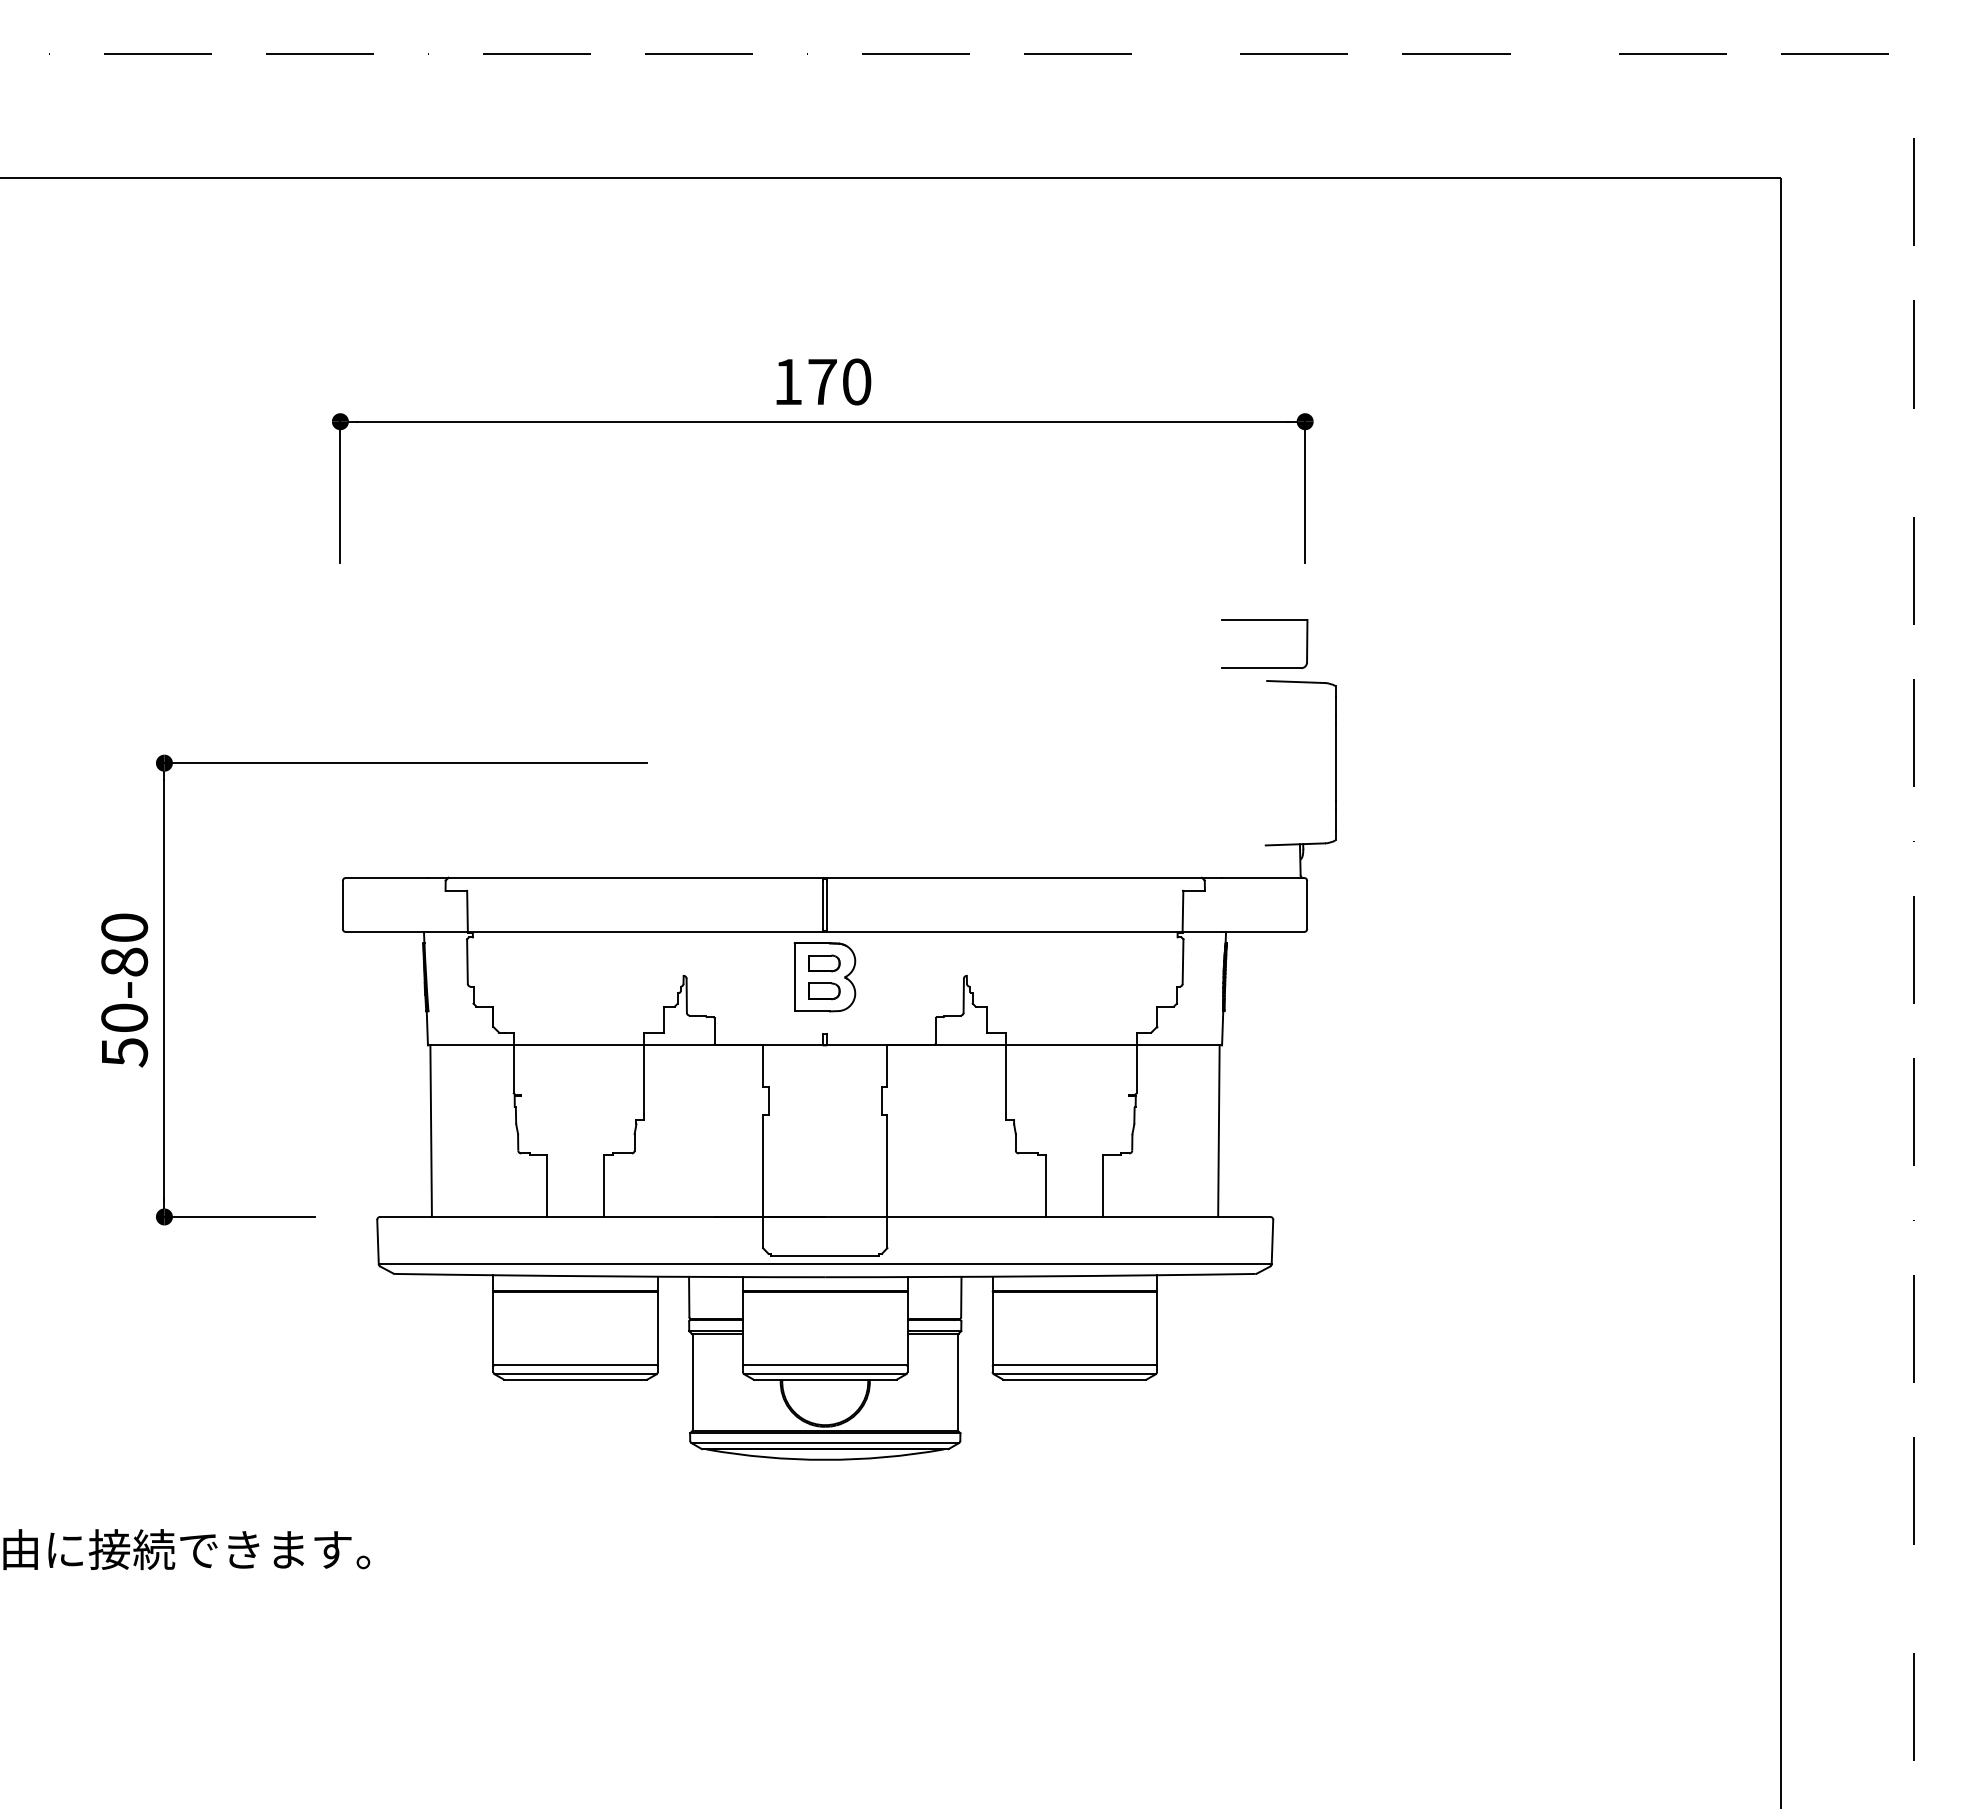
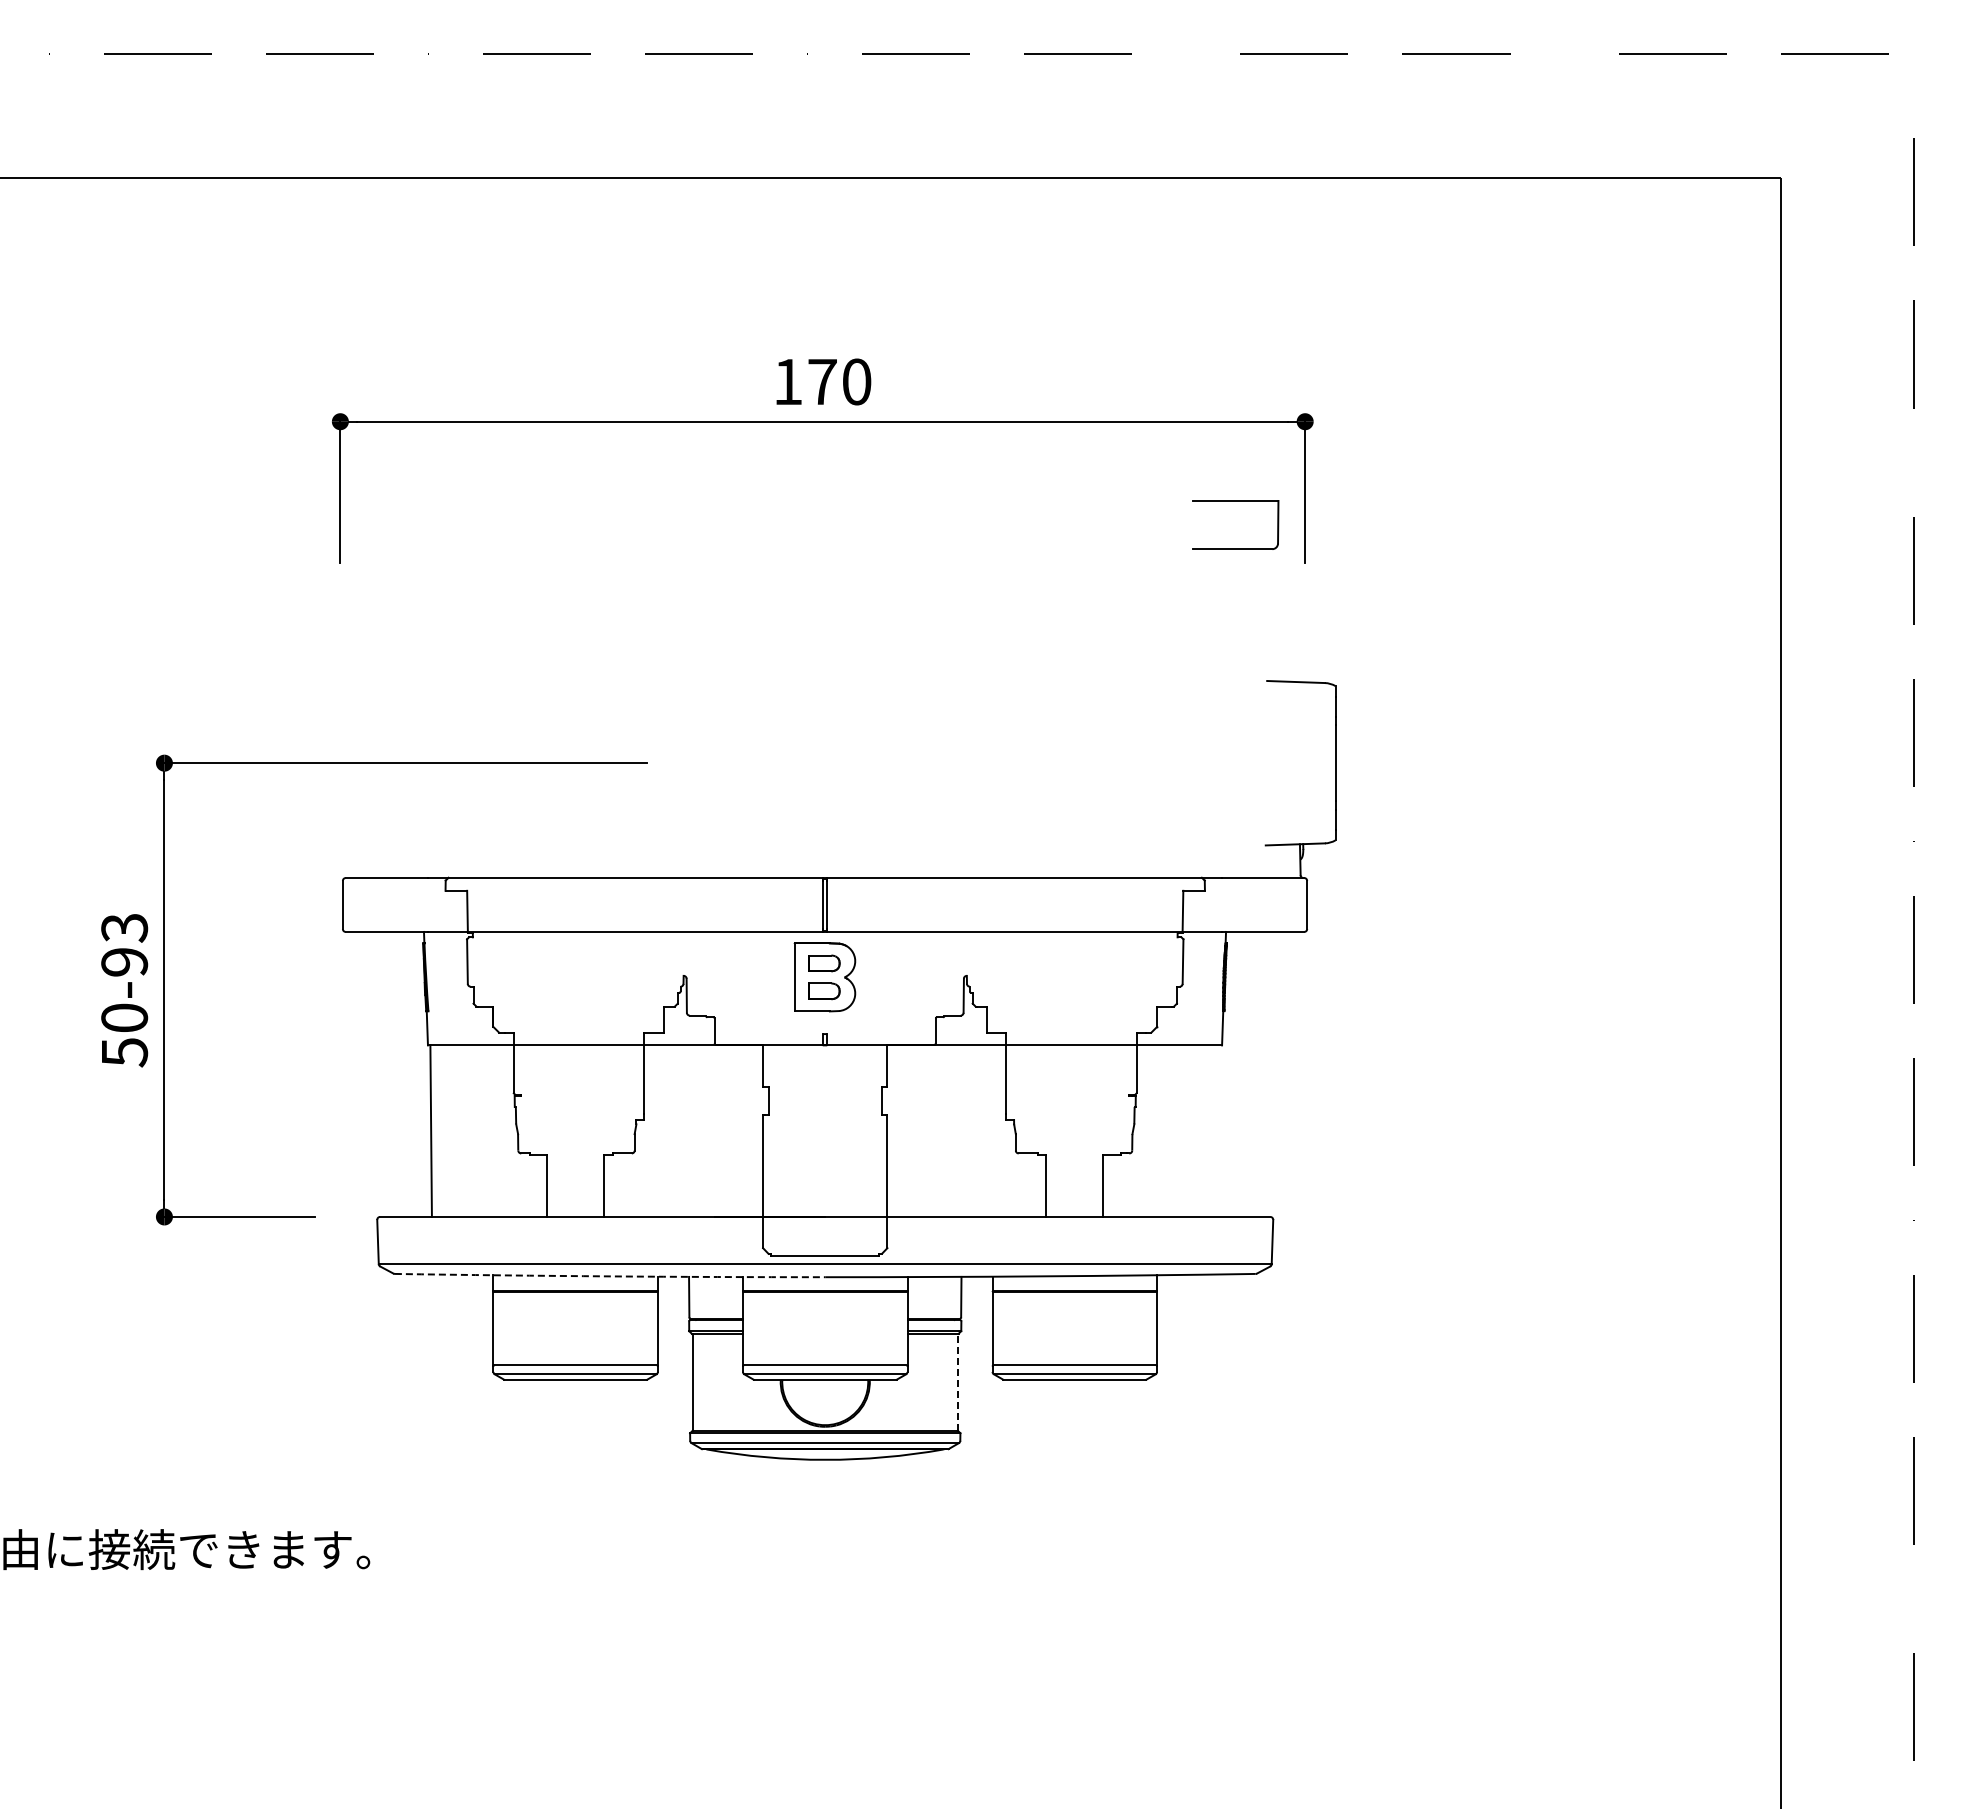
part at (1264, 620) position: (1264, 620) -> (1235, 501)
text at (124, 944): 50-80 -> 50-93
line at (1218, 1130): present -> none
arc at (610, 1276): solid -> dashed
line at (957, 1381): solid -> dashed
